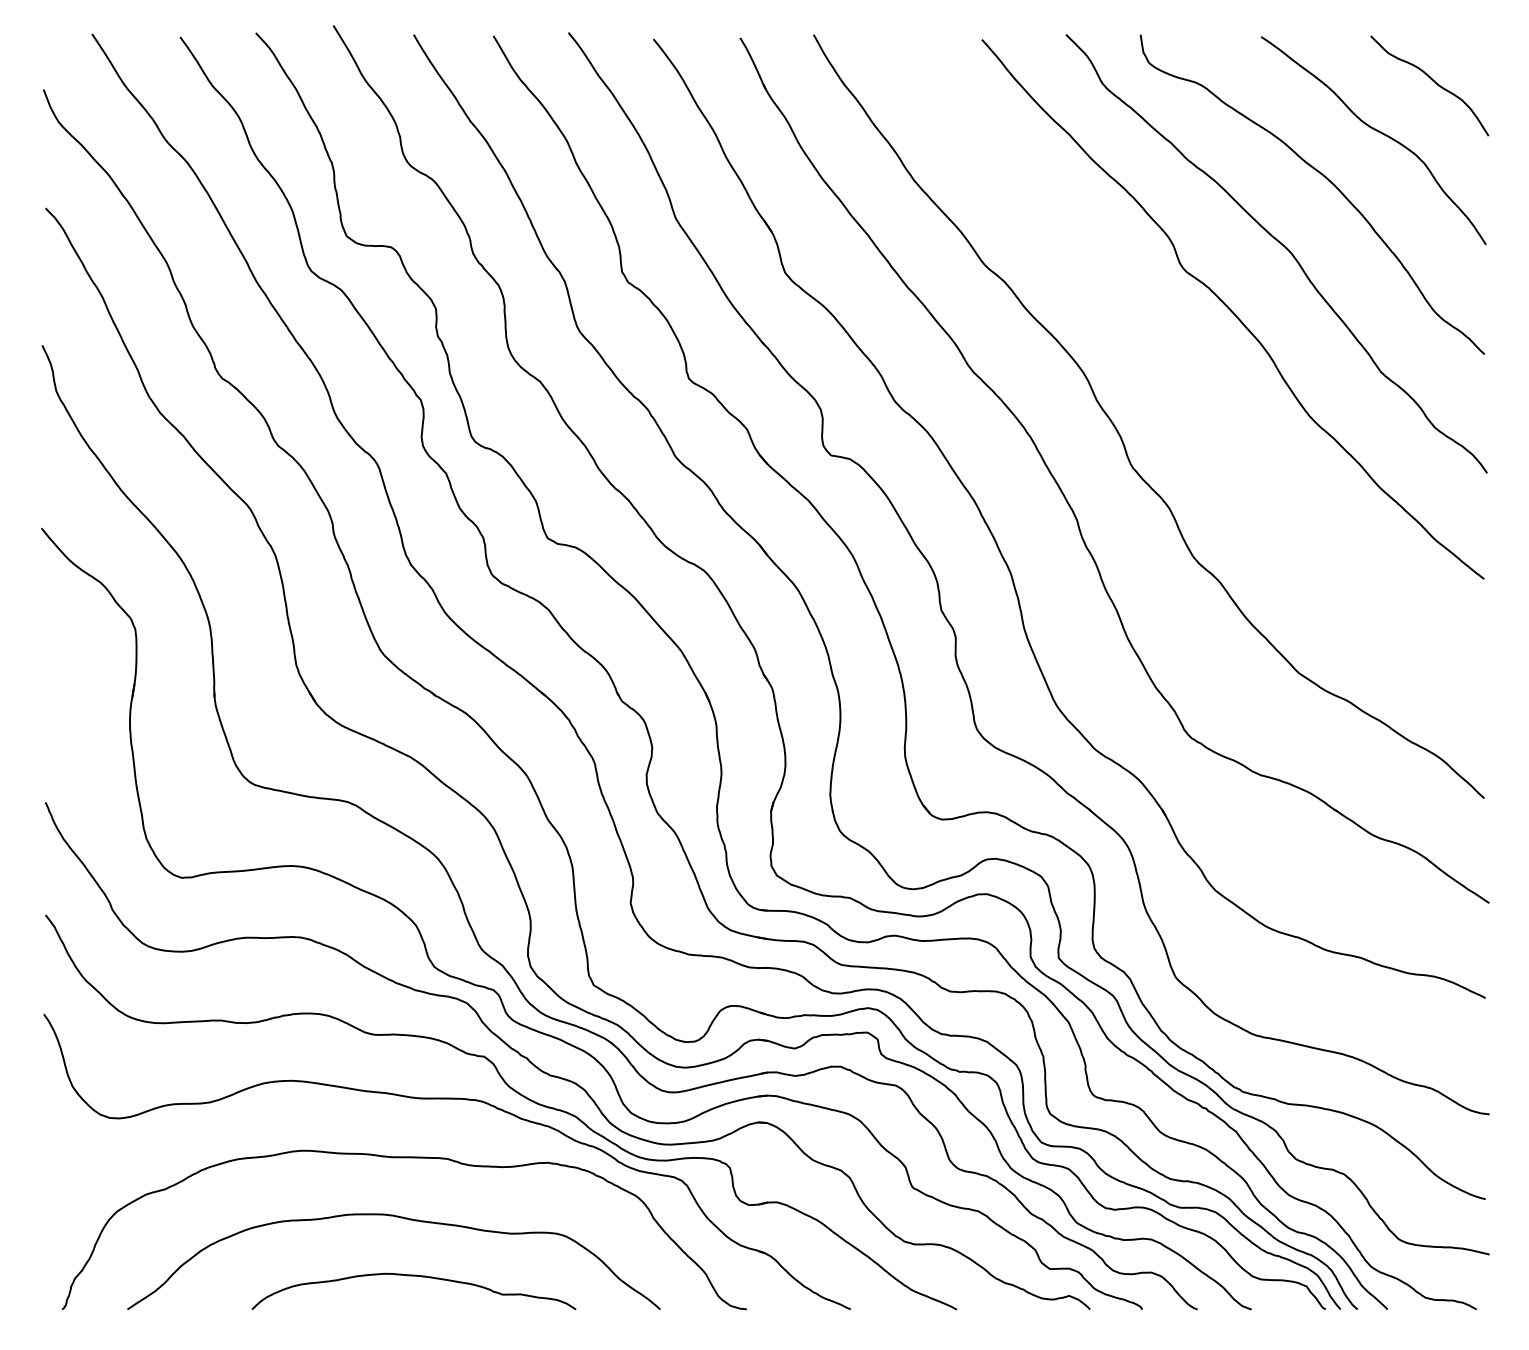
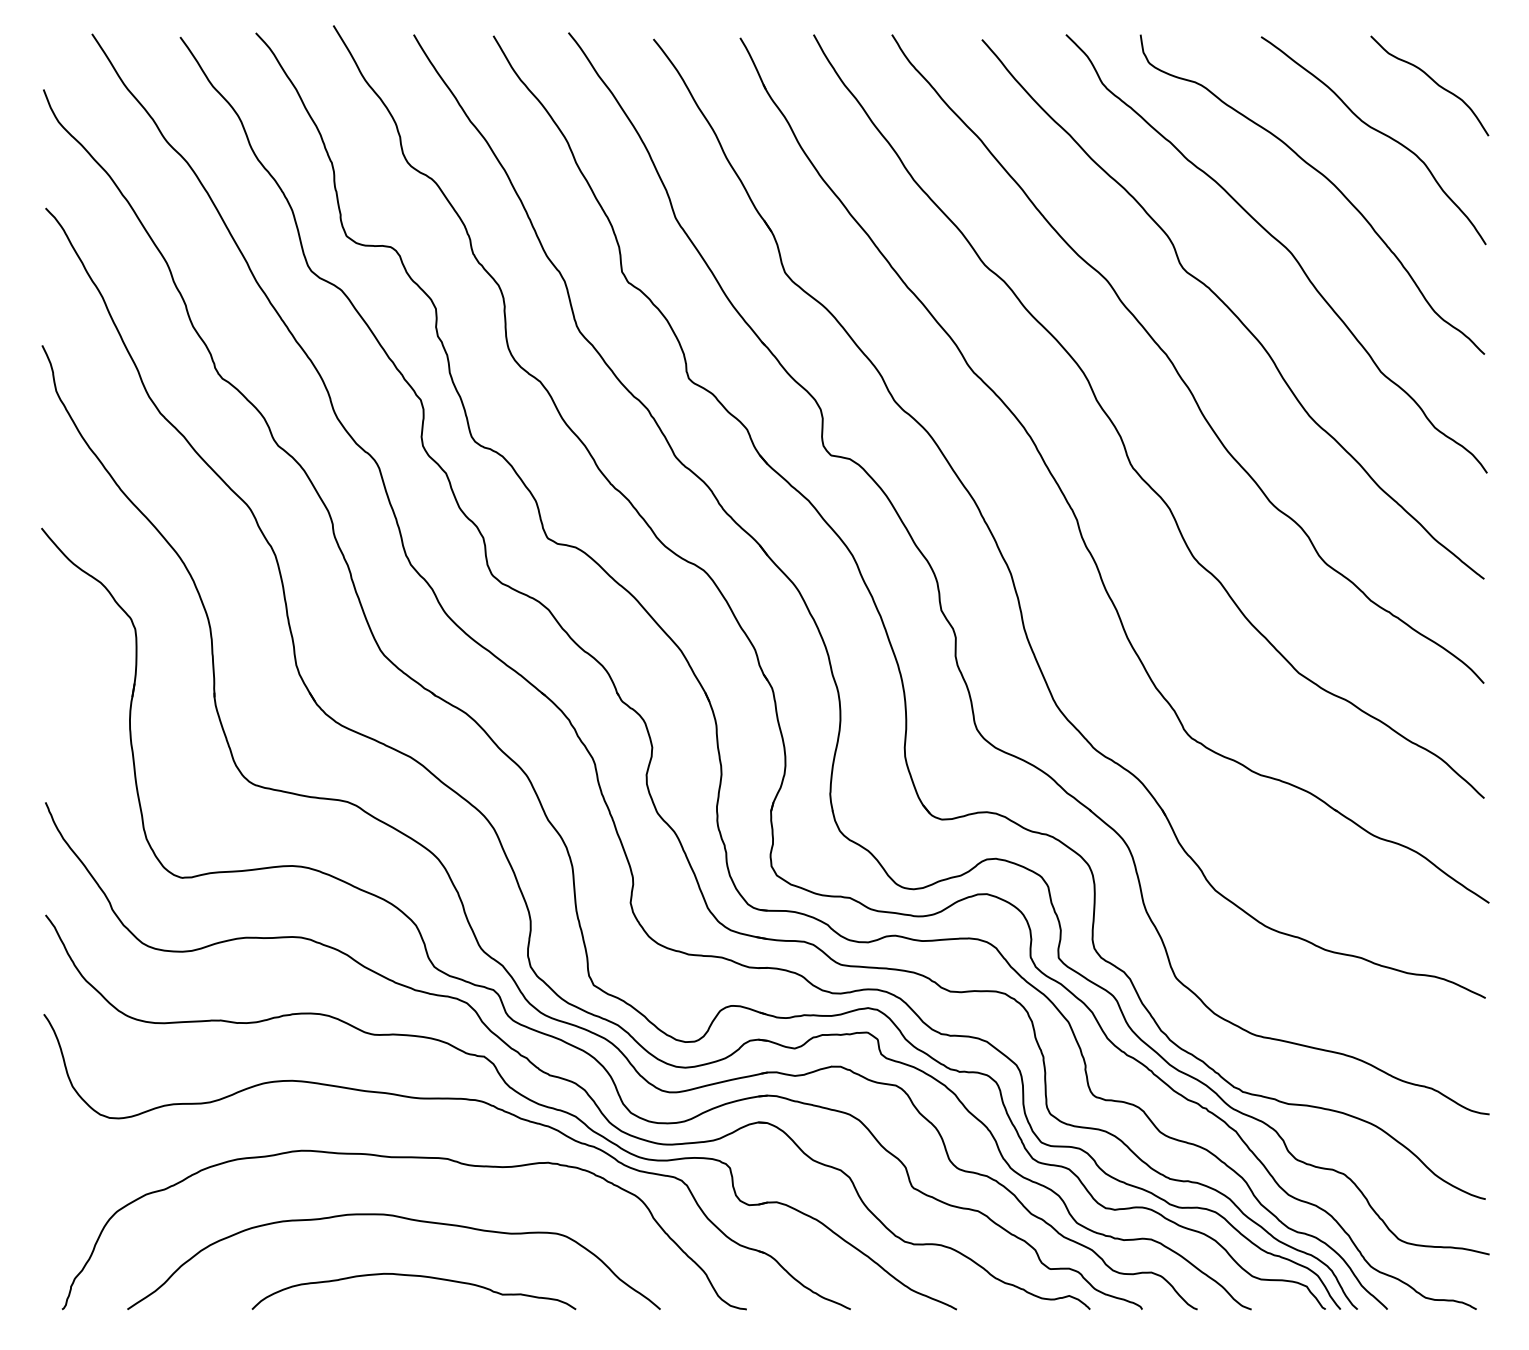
curve at (1174, 364): none -> present
